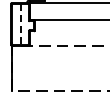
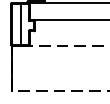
line at (20, 24): dashed -> solid
